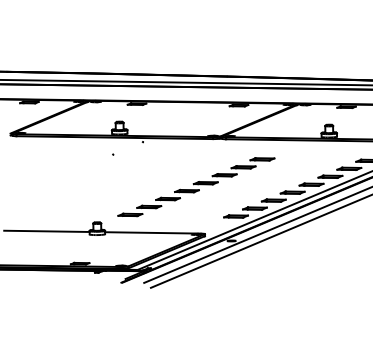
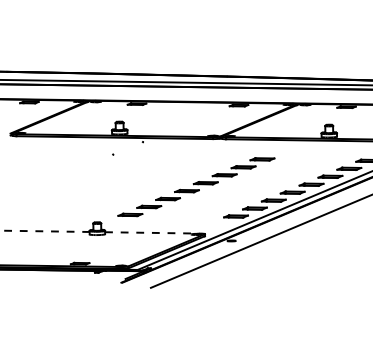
line at (46, 231): solid -> dashed
line at (152, 232): solid -> dashed
line at (256, 235): present -> none
